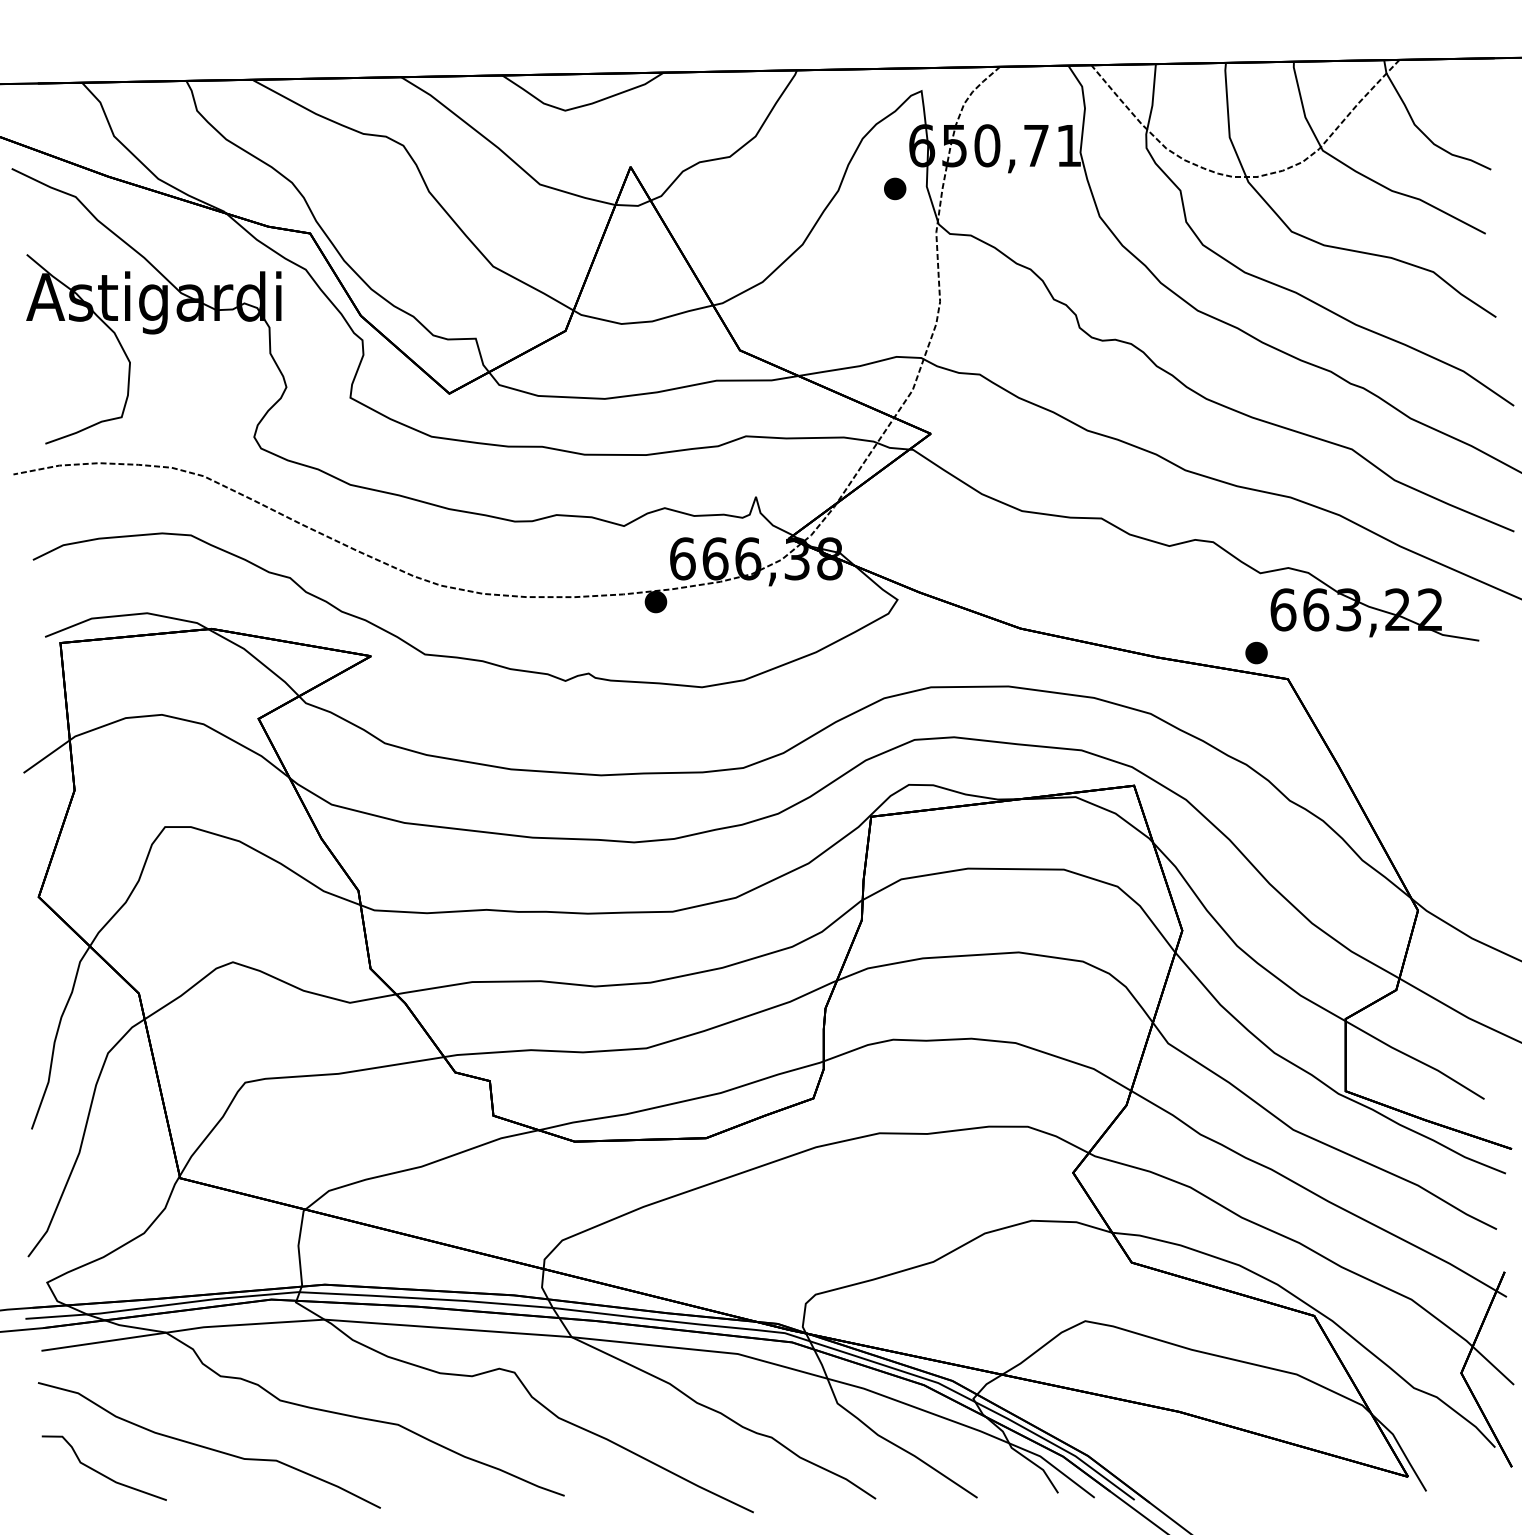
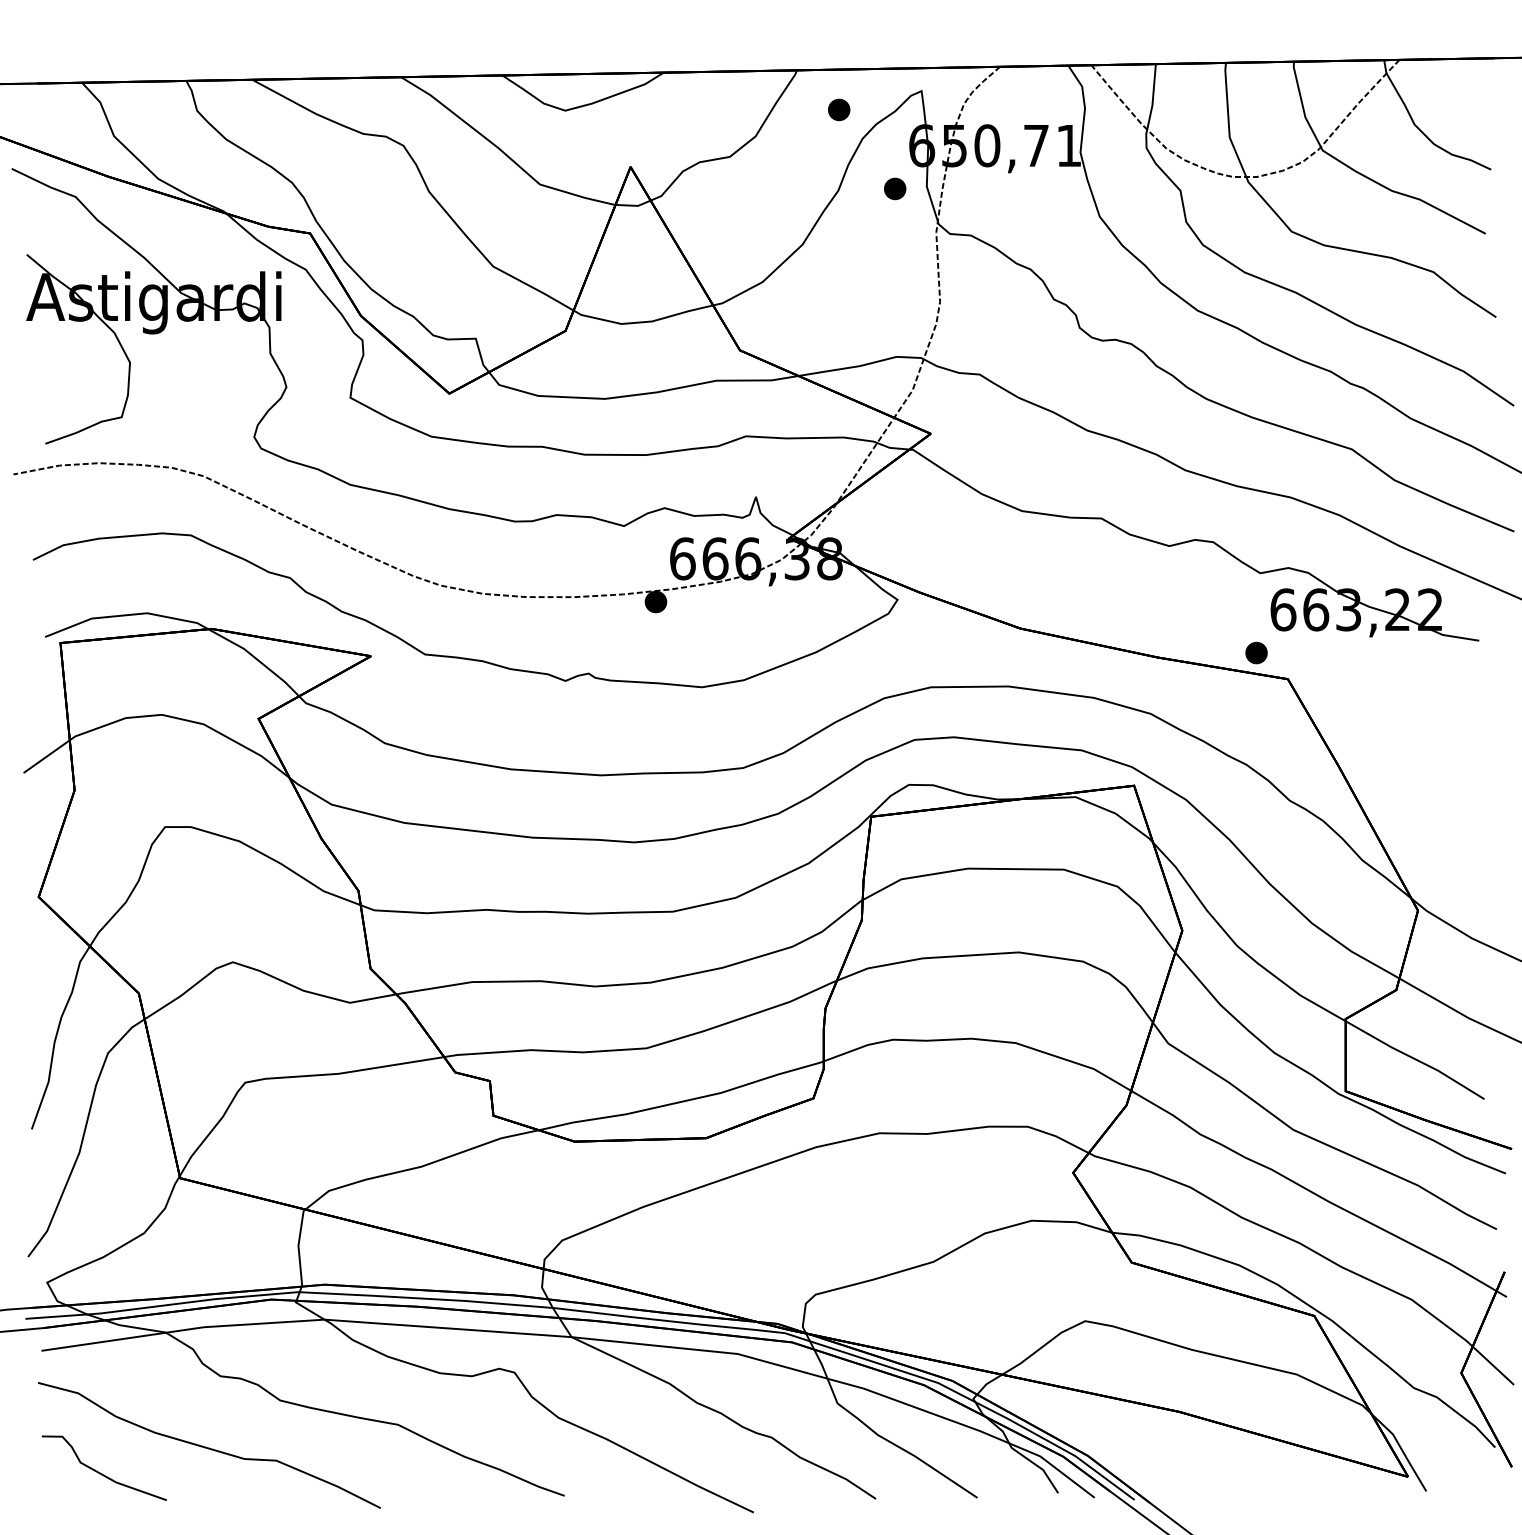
part at (839, 109): none -> present
